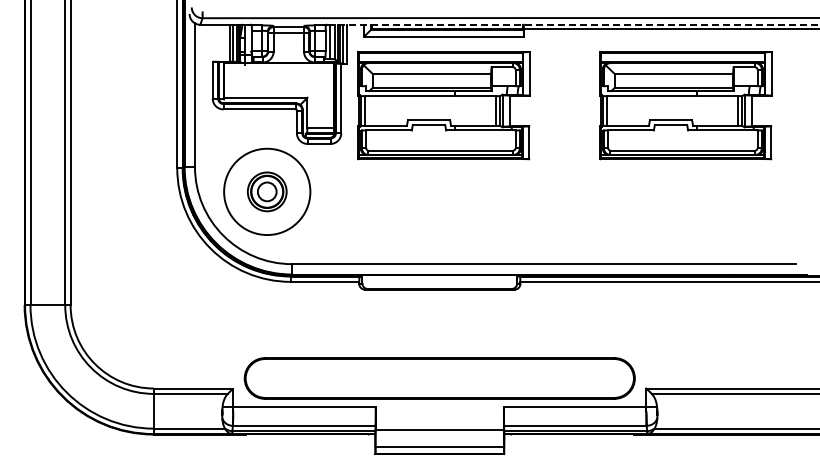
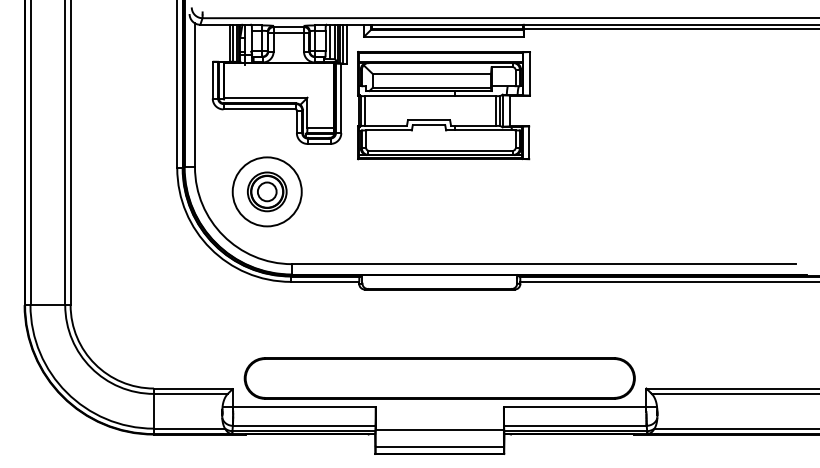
line at (573, 24): dashed -> solid
part at (685, 105): present -> none
circle at (267, 191) diameter: 86 px -> 69 px
